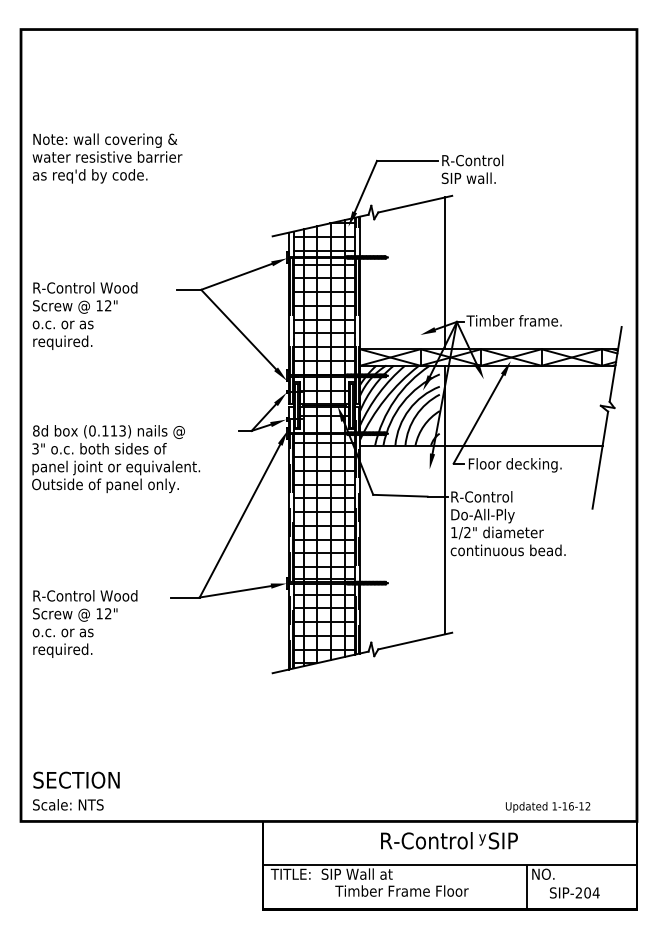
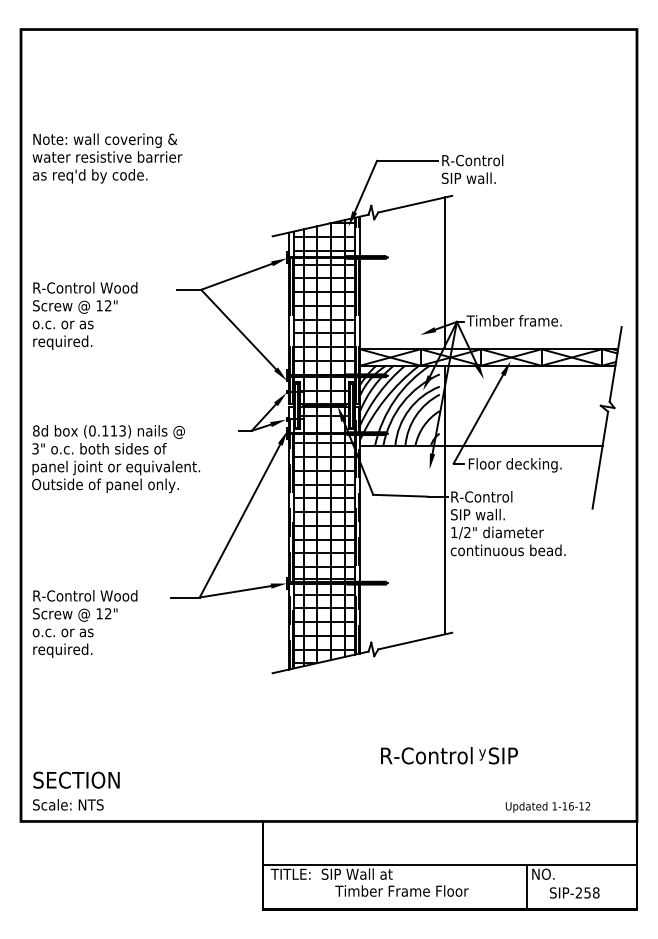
text at (482, 515): Do-All-Ply -> SIP wall.
text at (449, 840) position: (449, 840) -> (449, 755)
text at (591, 892): SIP-204 -> SIP-258
